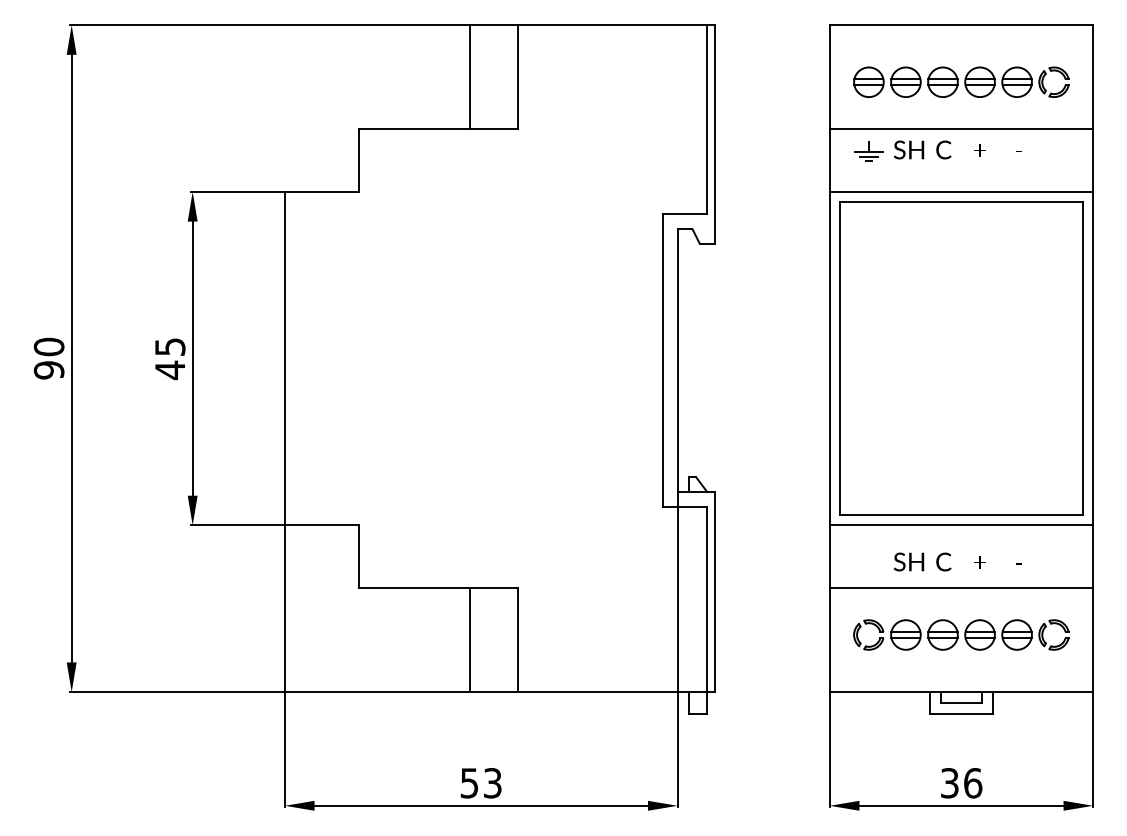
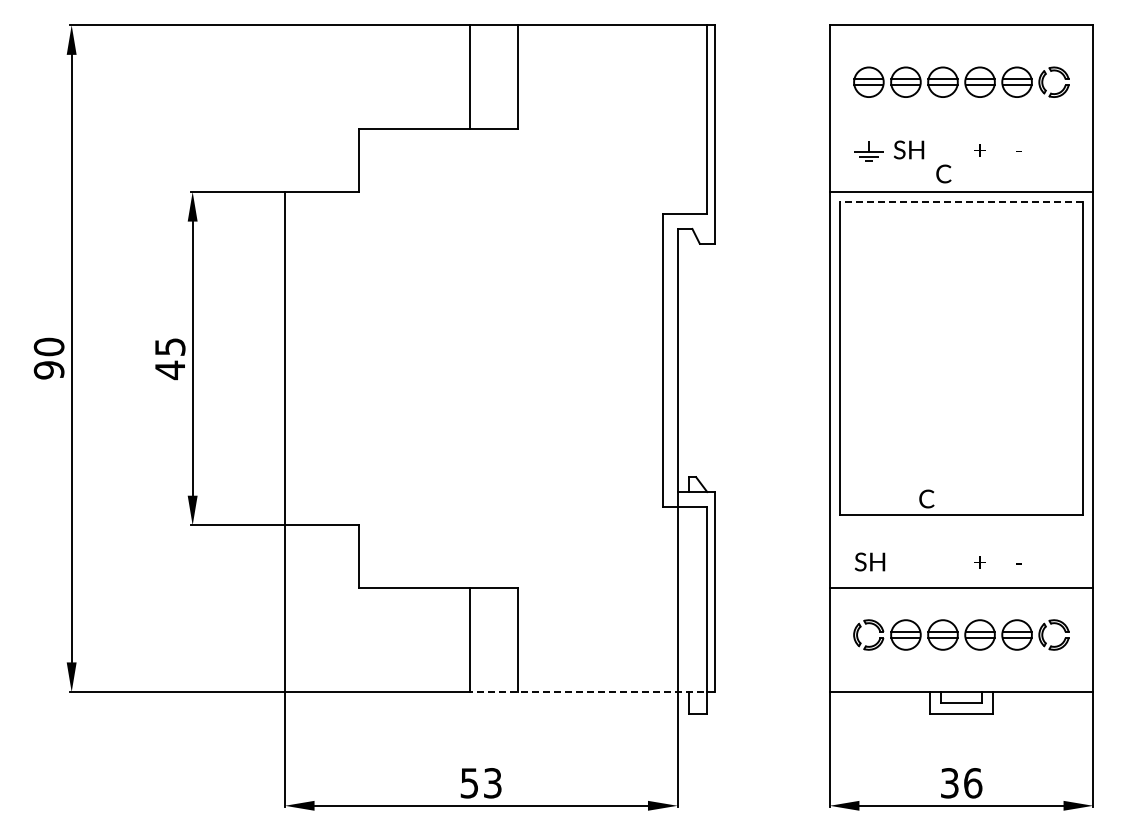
line at (961, 128): present -> none
text at (943, 149) position: (943, 149) -> (943, 173)
line at (961, 202): solid -> dashed
line at (961, 525): present -> none
text at (909, 561) position: (909, 561) -> (870, 561)
text at (943, 561) position: (943, 561) -> (926, 498)
line at (591, 692): solid -> dashed
